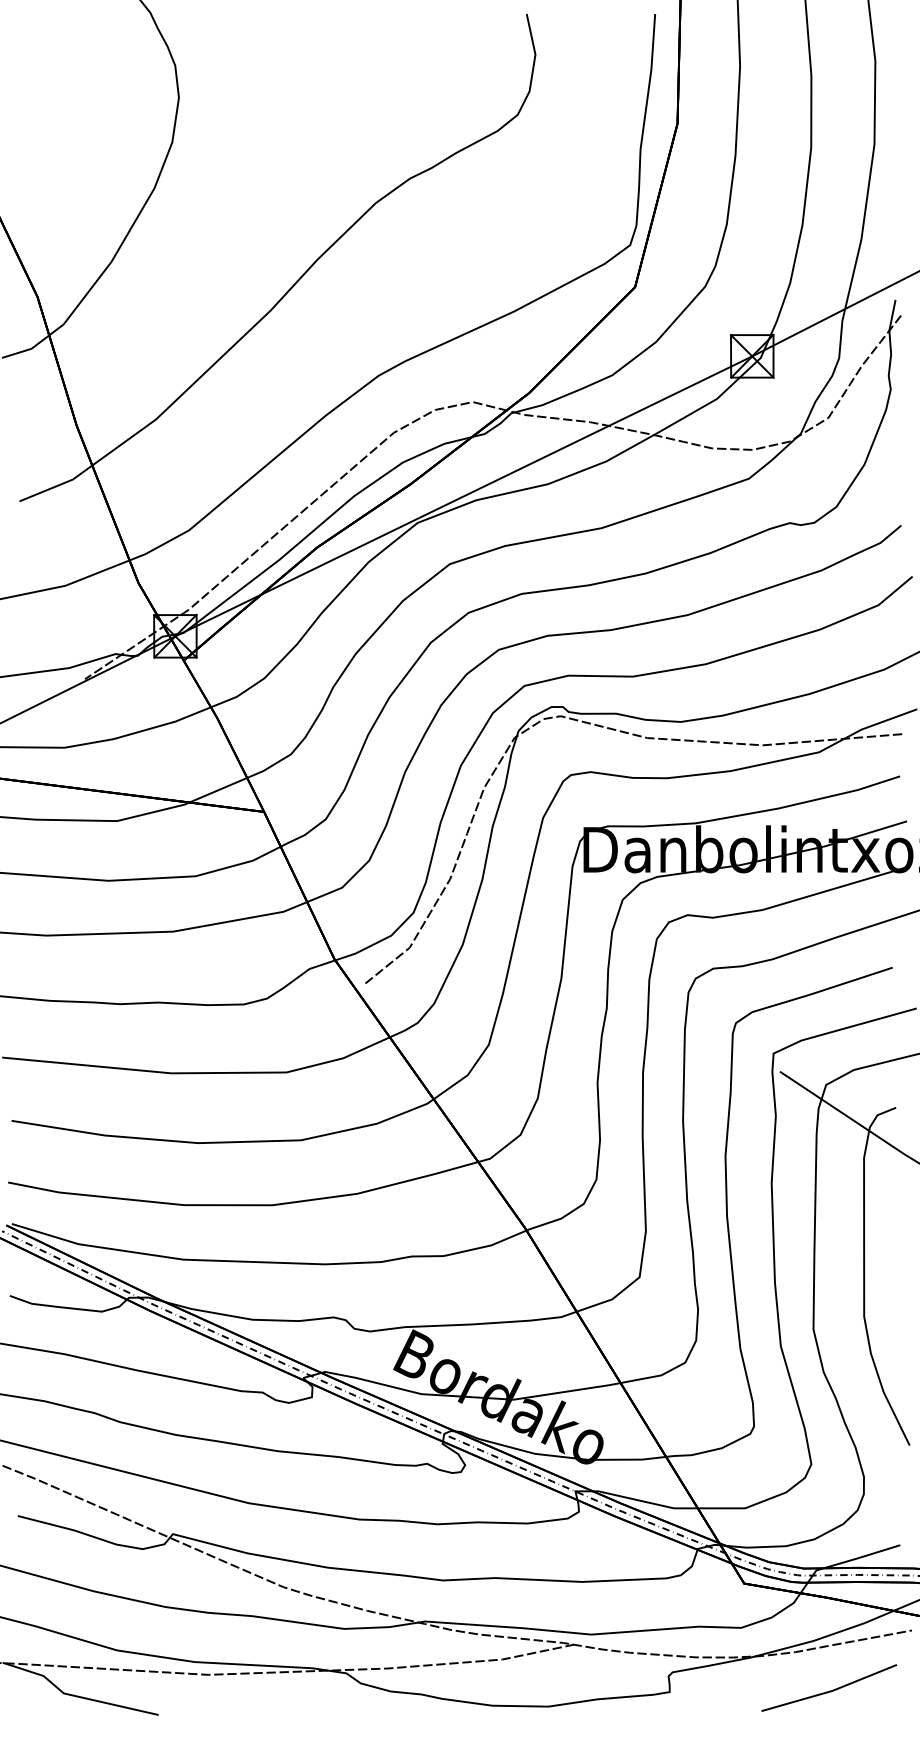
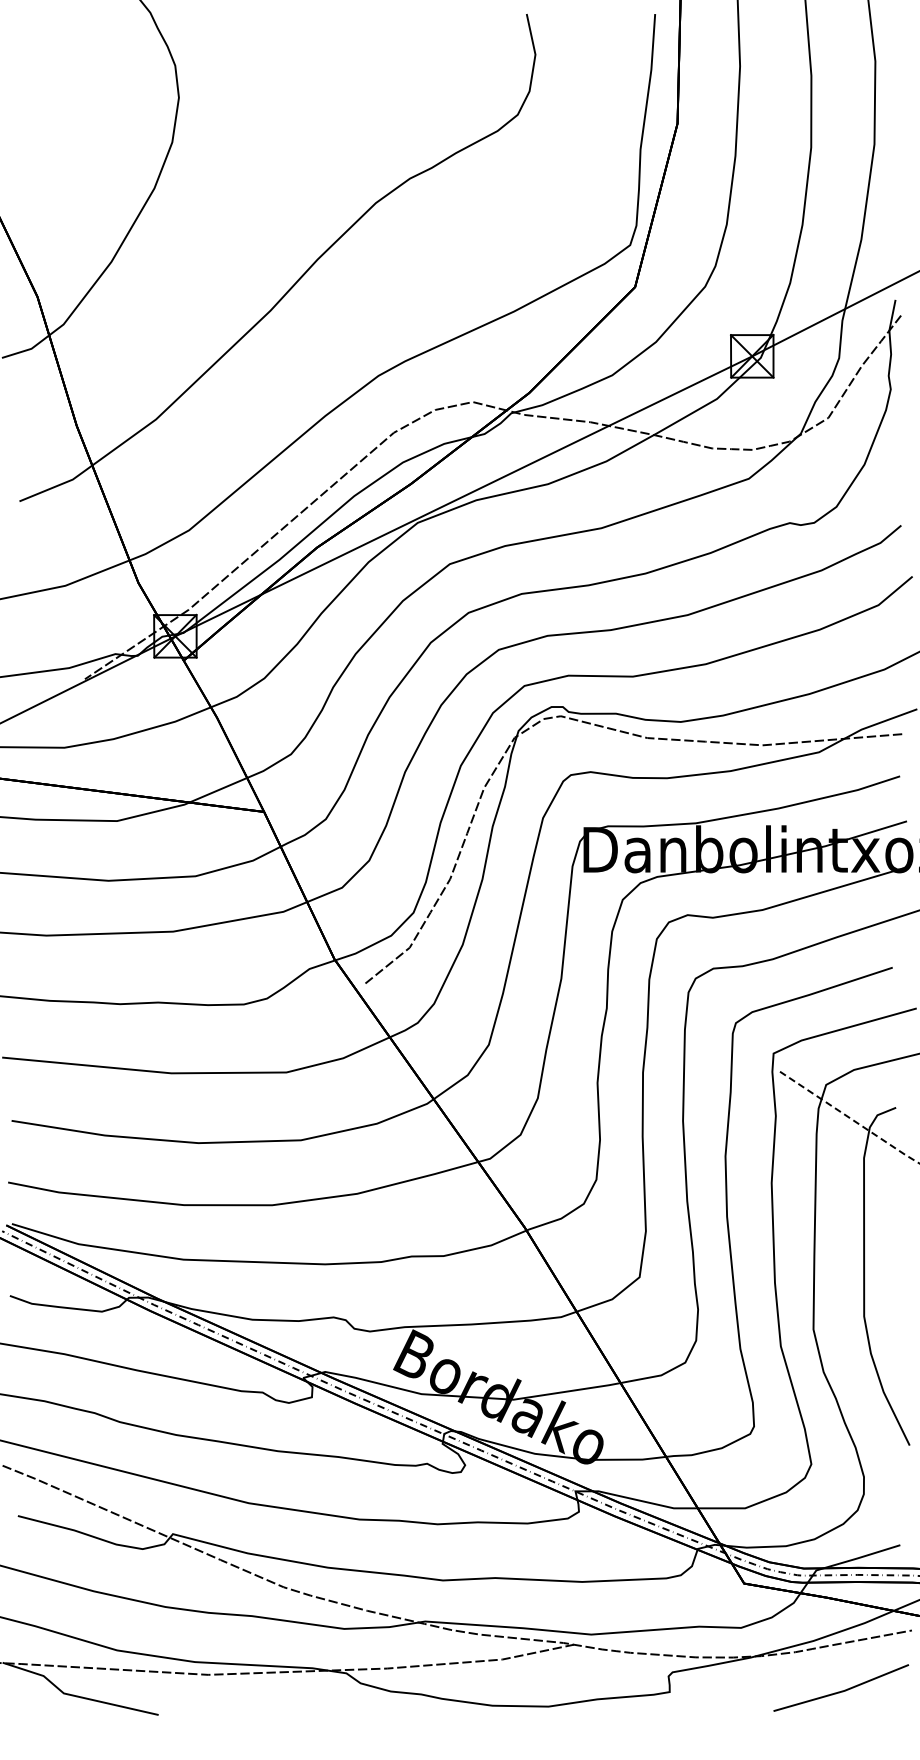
line at (850, 1118): solid -> dashed
line at (829, 1690) position: (829, 1690) -> (841, 1690)
